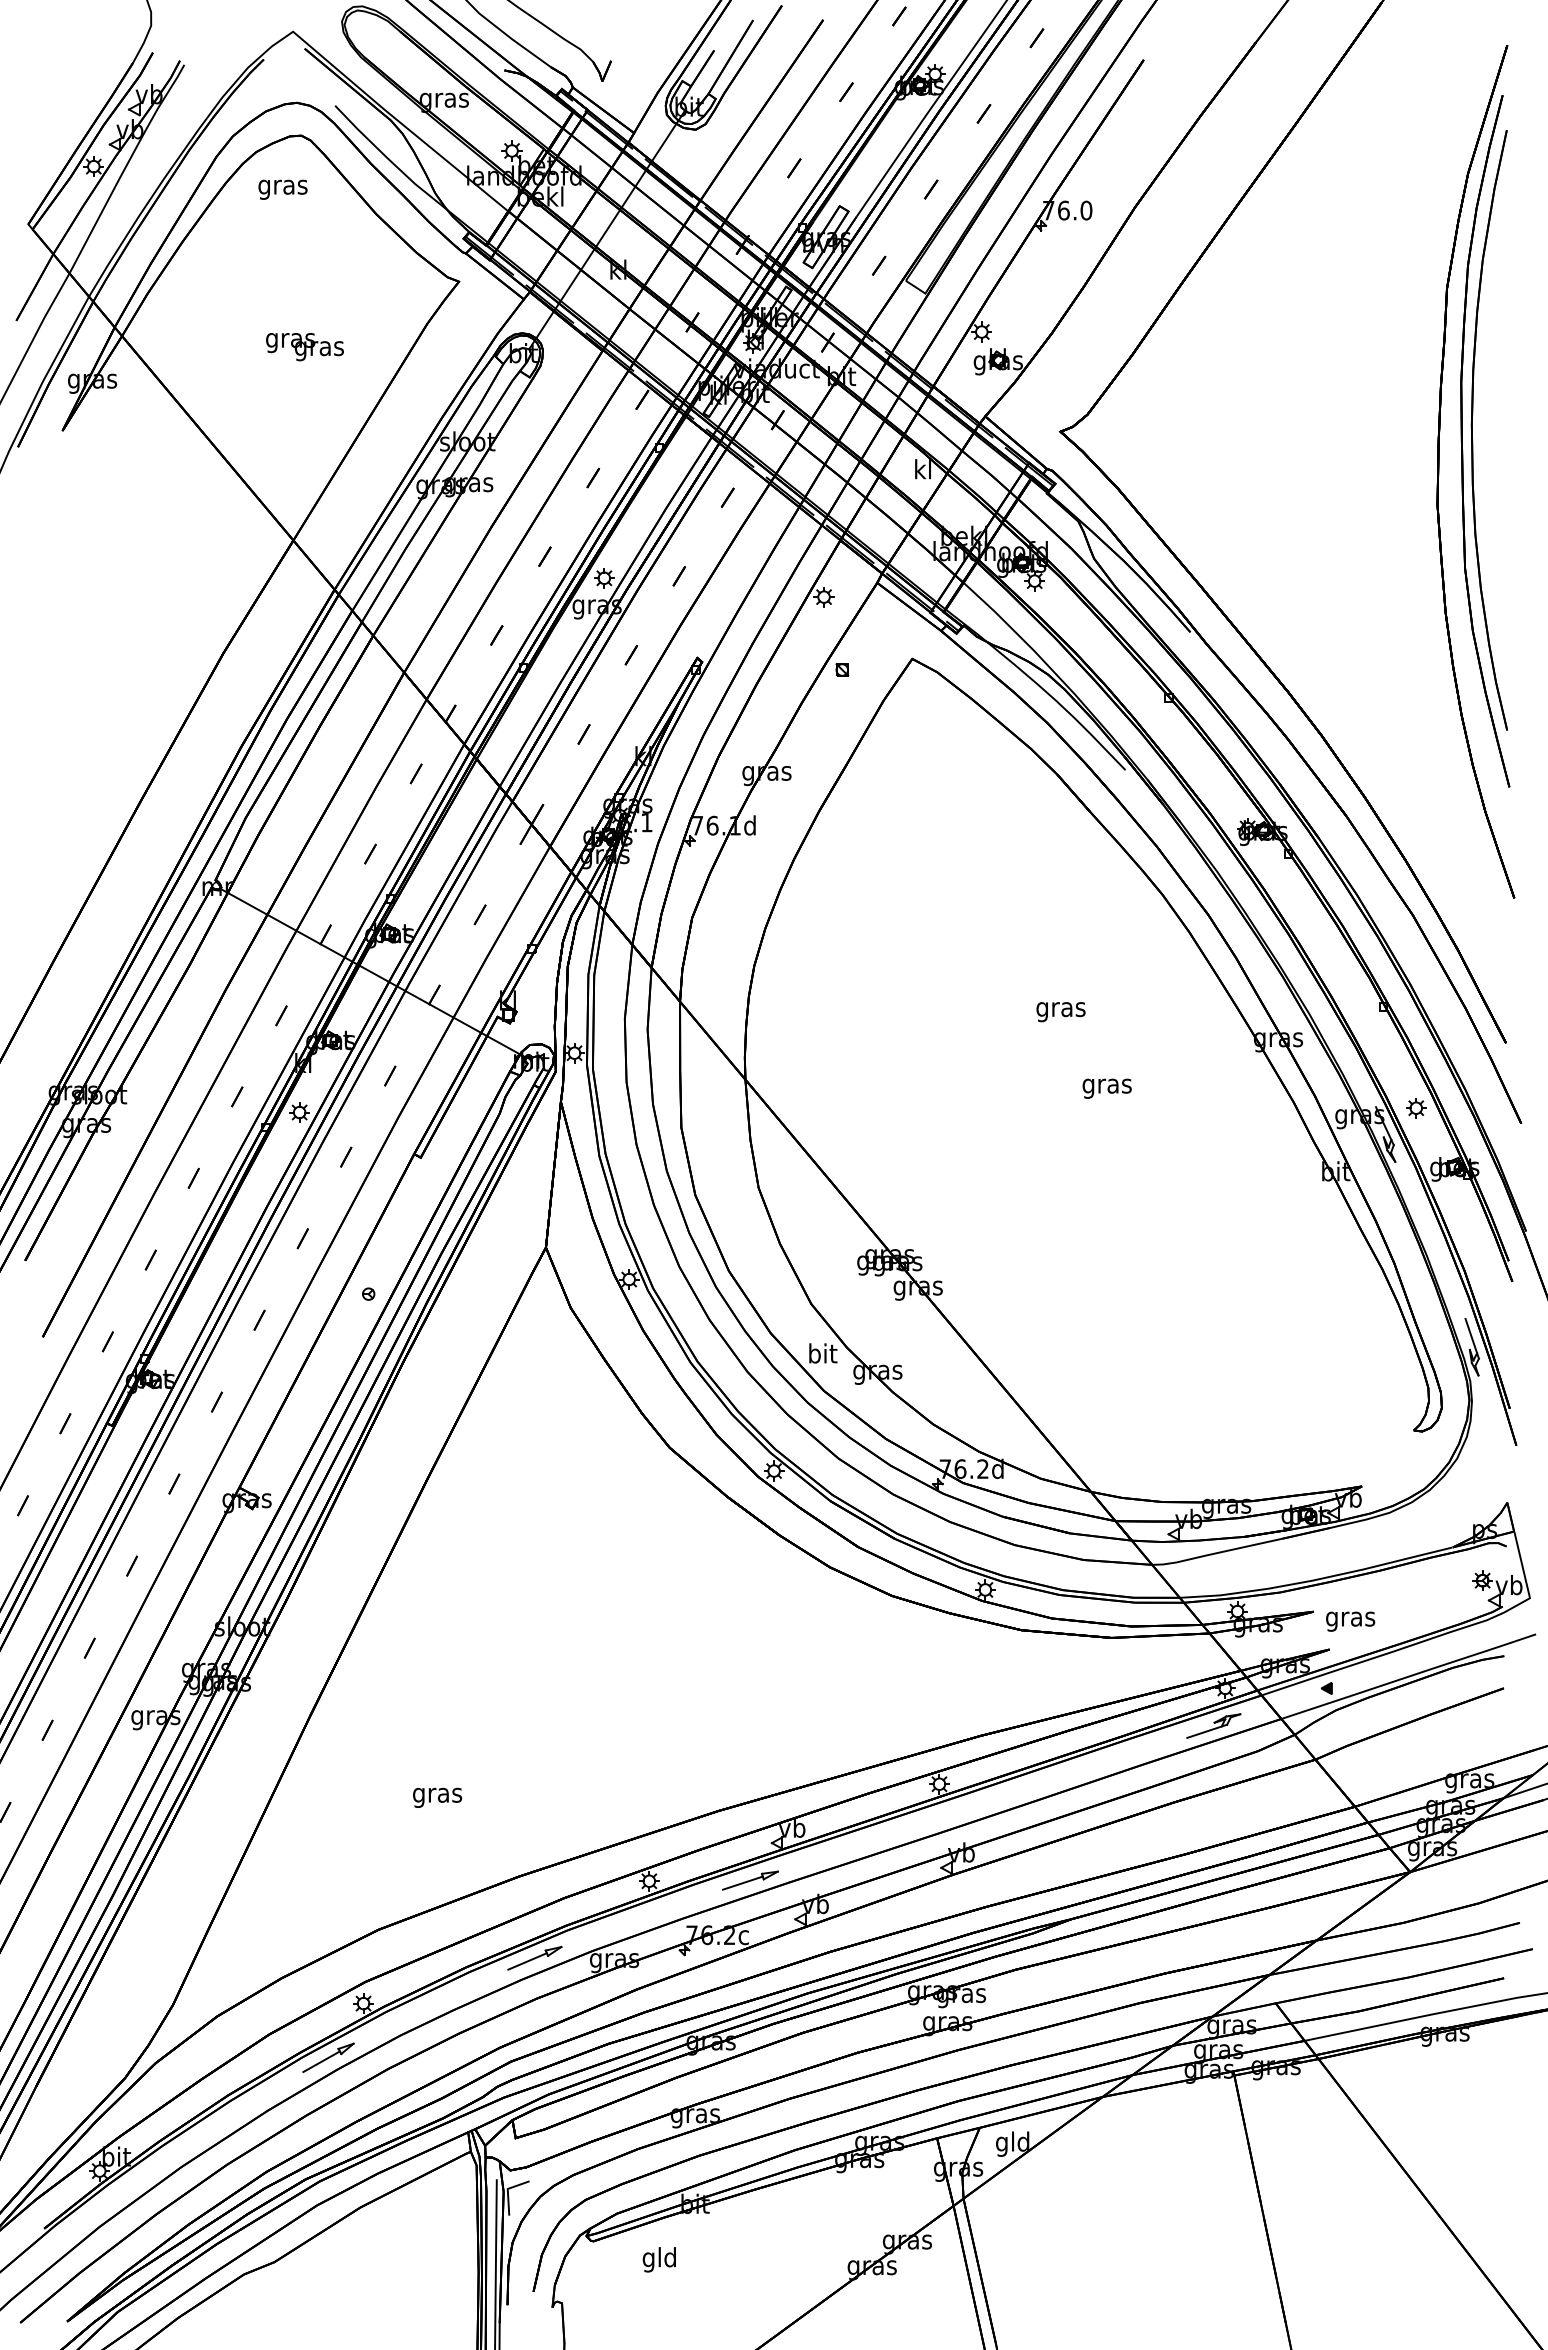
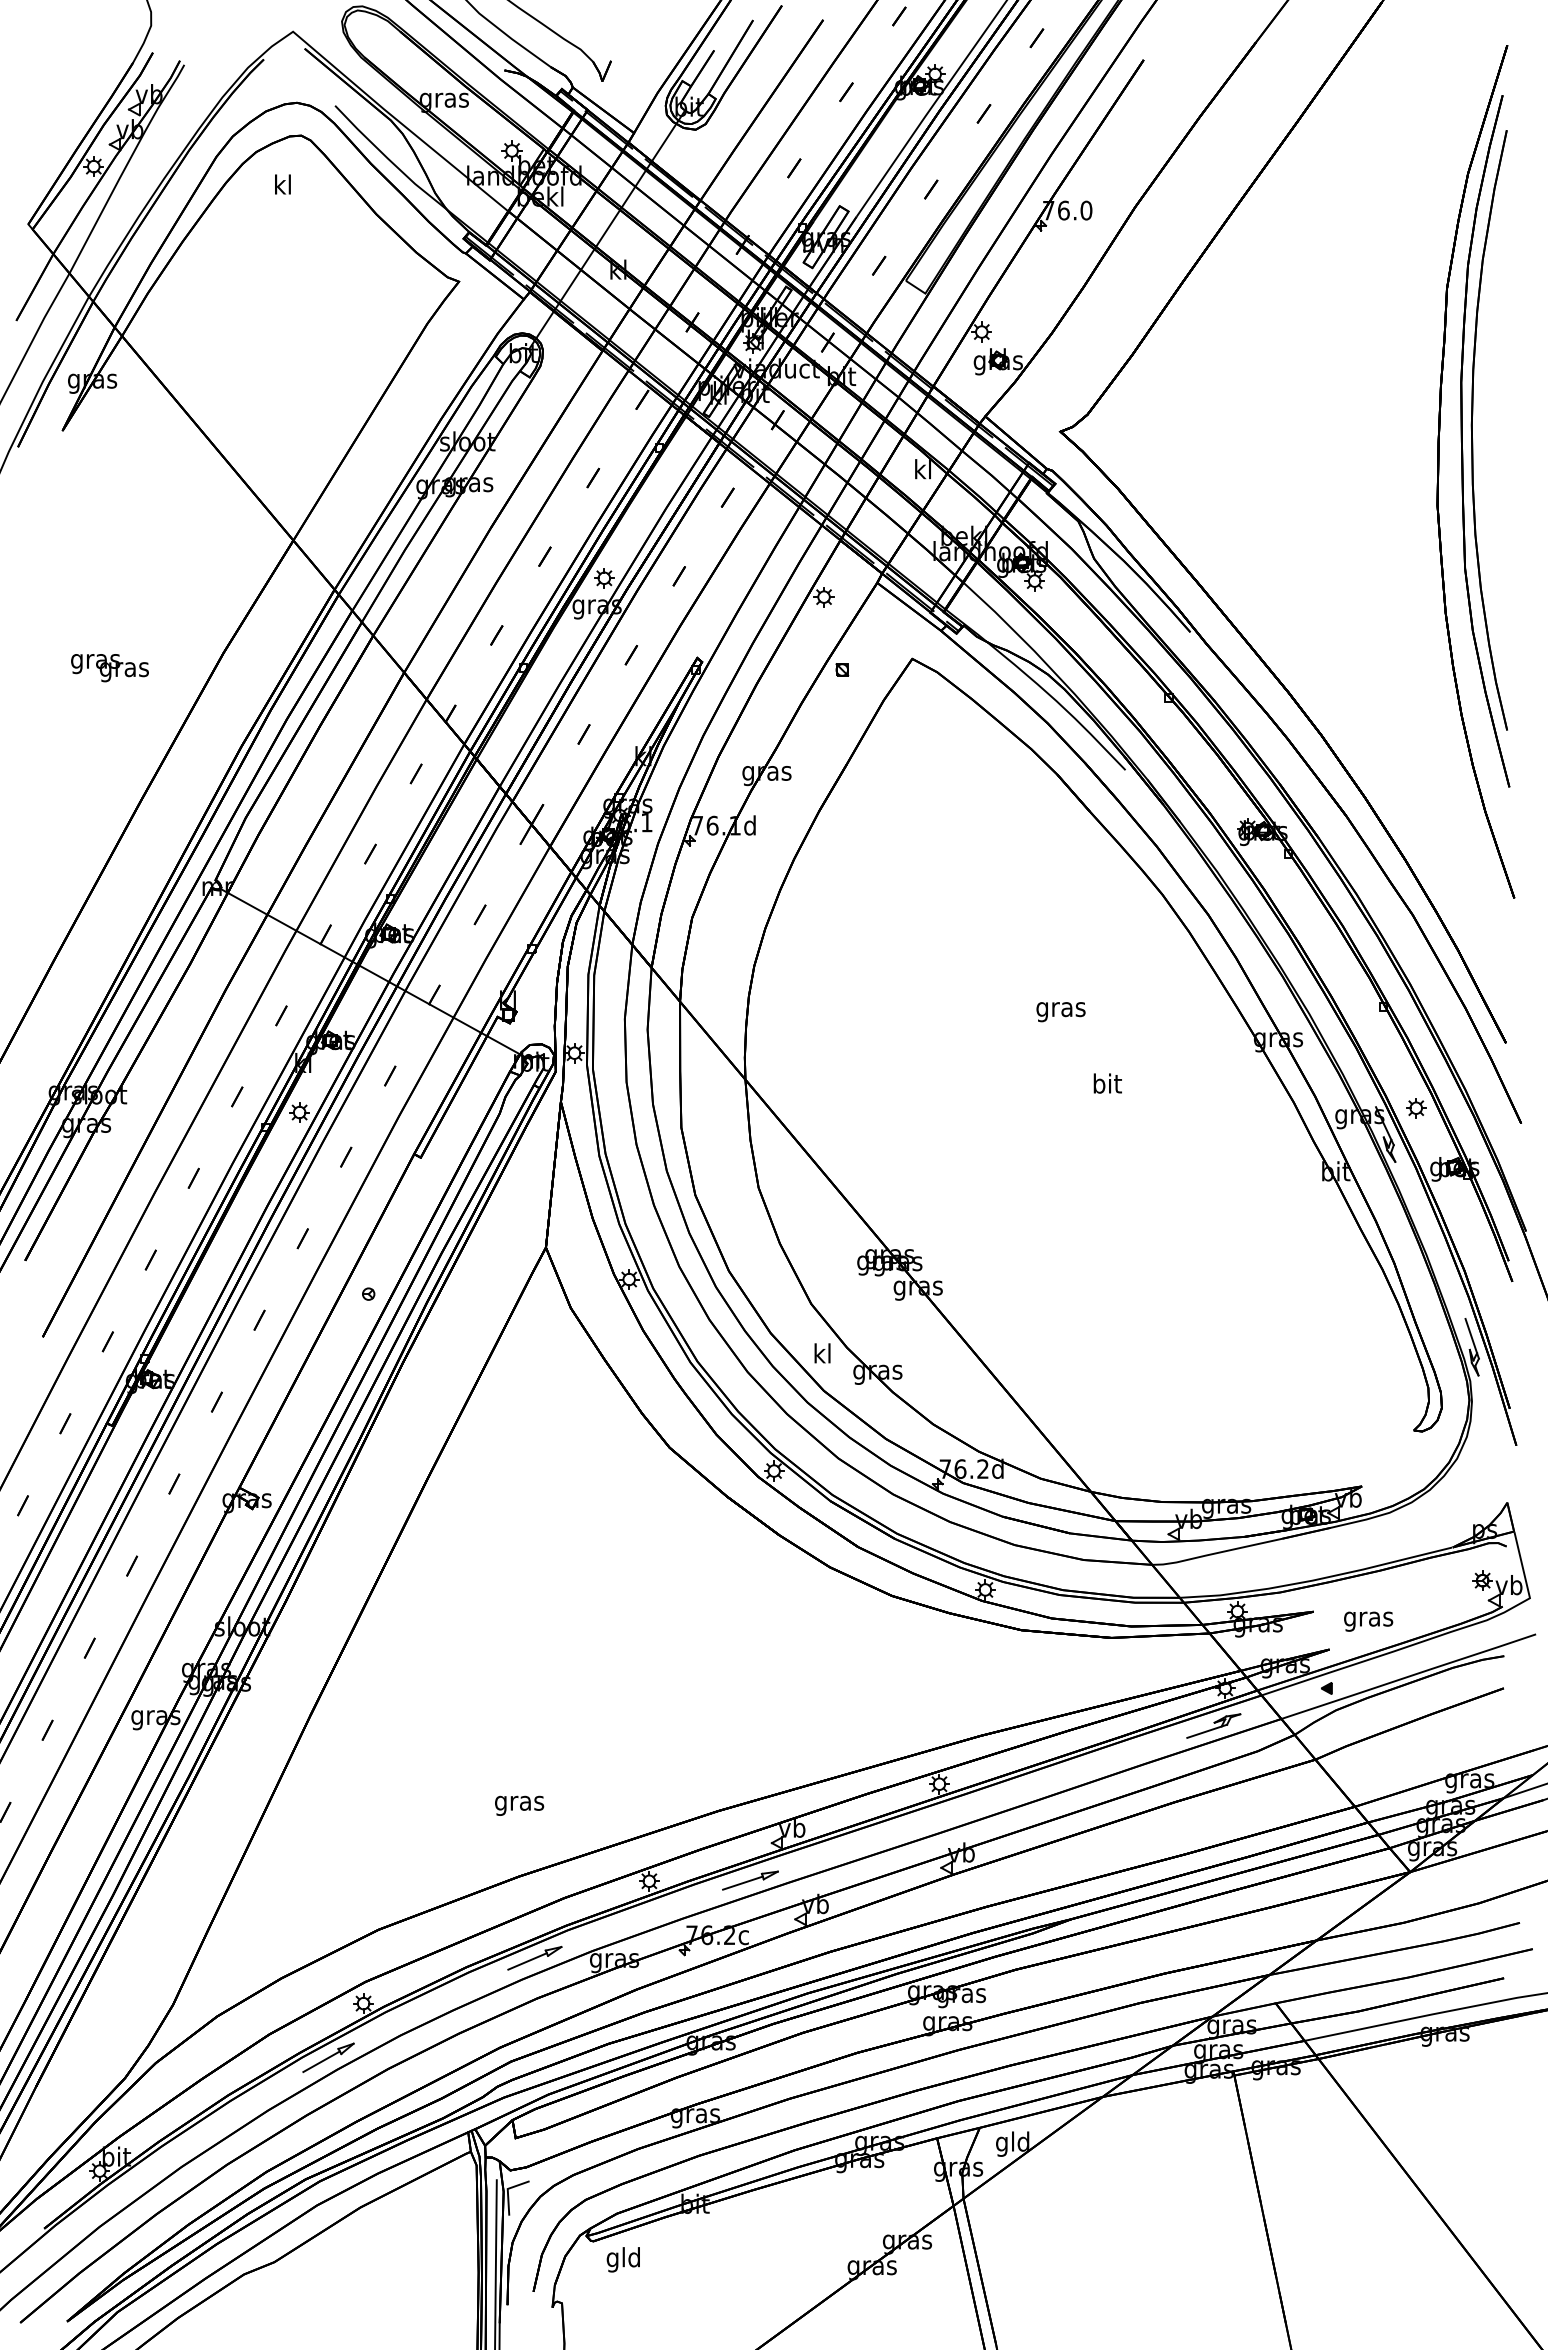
text at (282, 186): gras -> kl
text at (304, 347) position: (304, 347) -> (109, 668)
text at (1106, 1085): gras -> bit
text at (823, 1353): bit -> kl
text at (1350, 1621) position: (1350, 1621) -> (1368, 1621)
text at (437, 1797) position: (437, 1797) -> (519, 1805)
text at (658, 2259) position: (658, 2259) -> (622, 2259)
